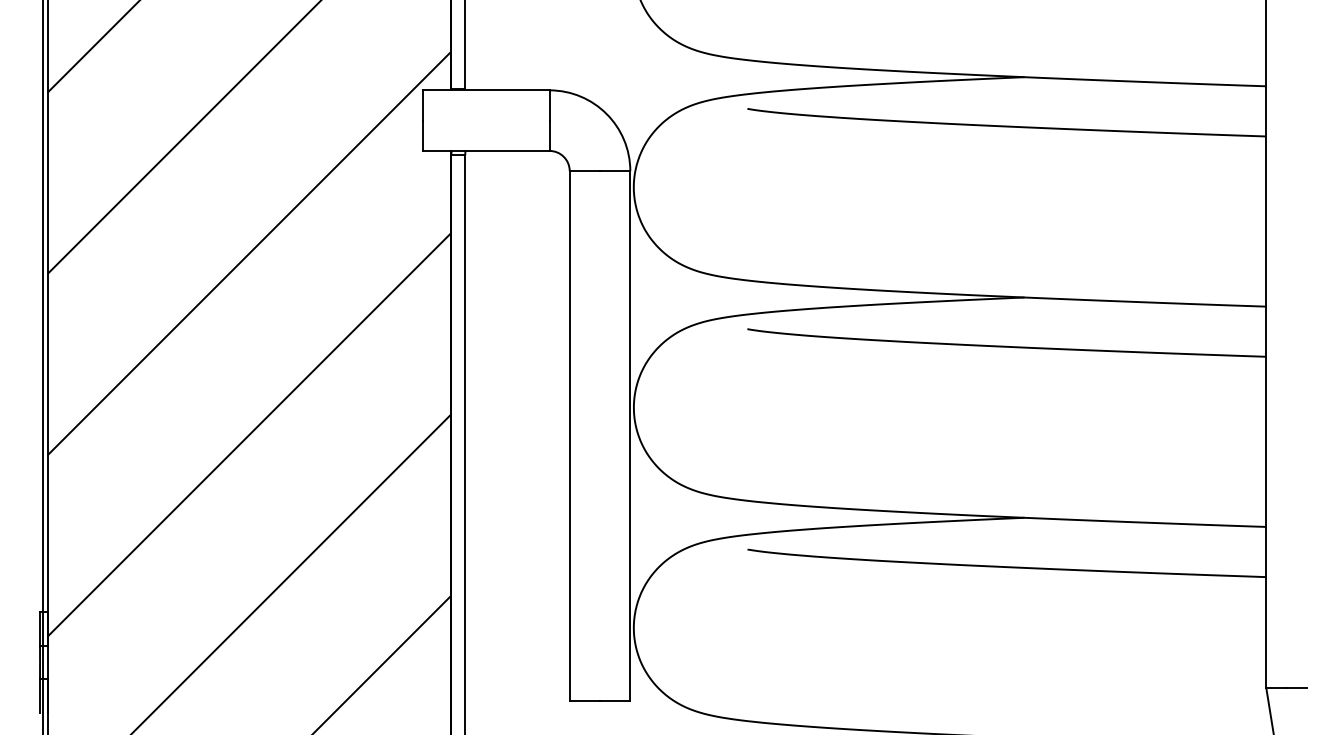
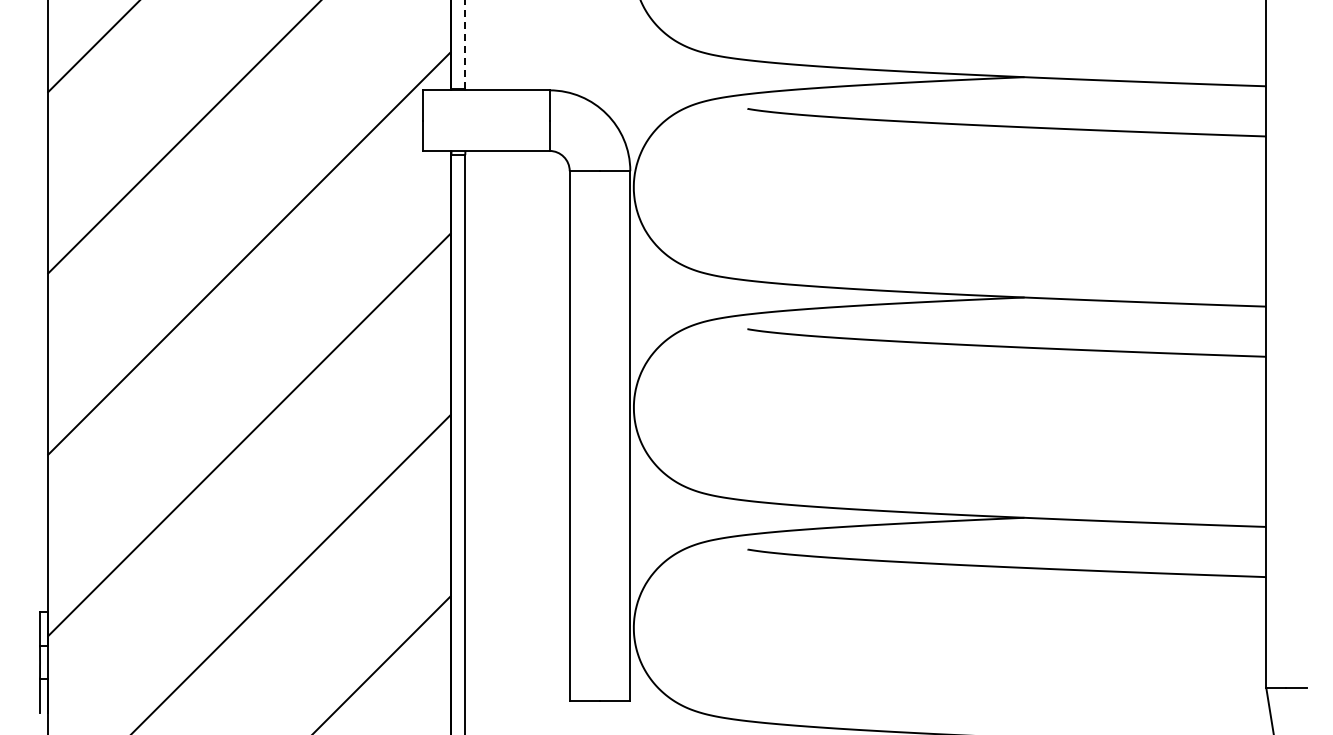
line at (465, 44): solid -> dashed
line at (42, 366): present -> none
